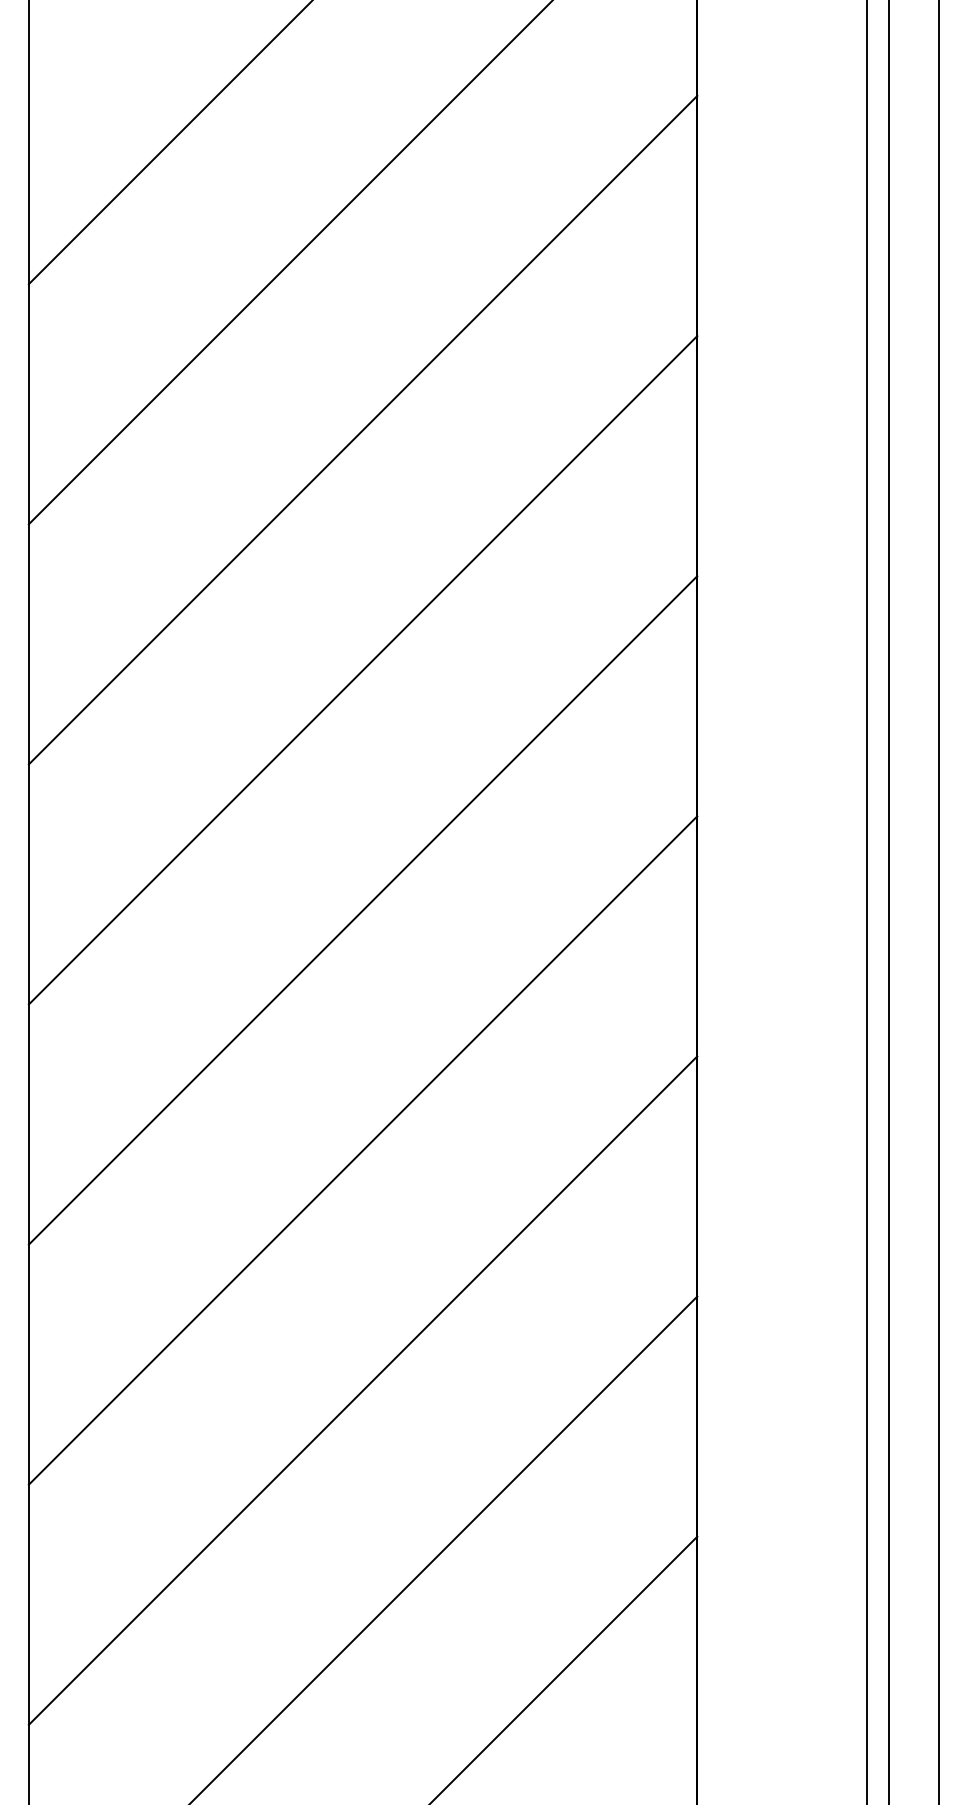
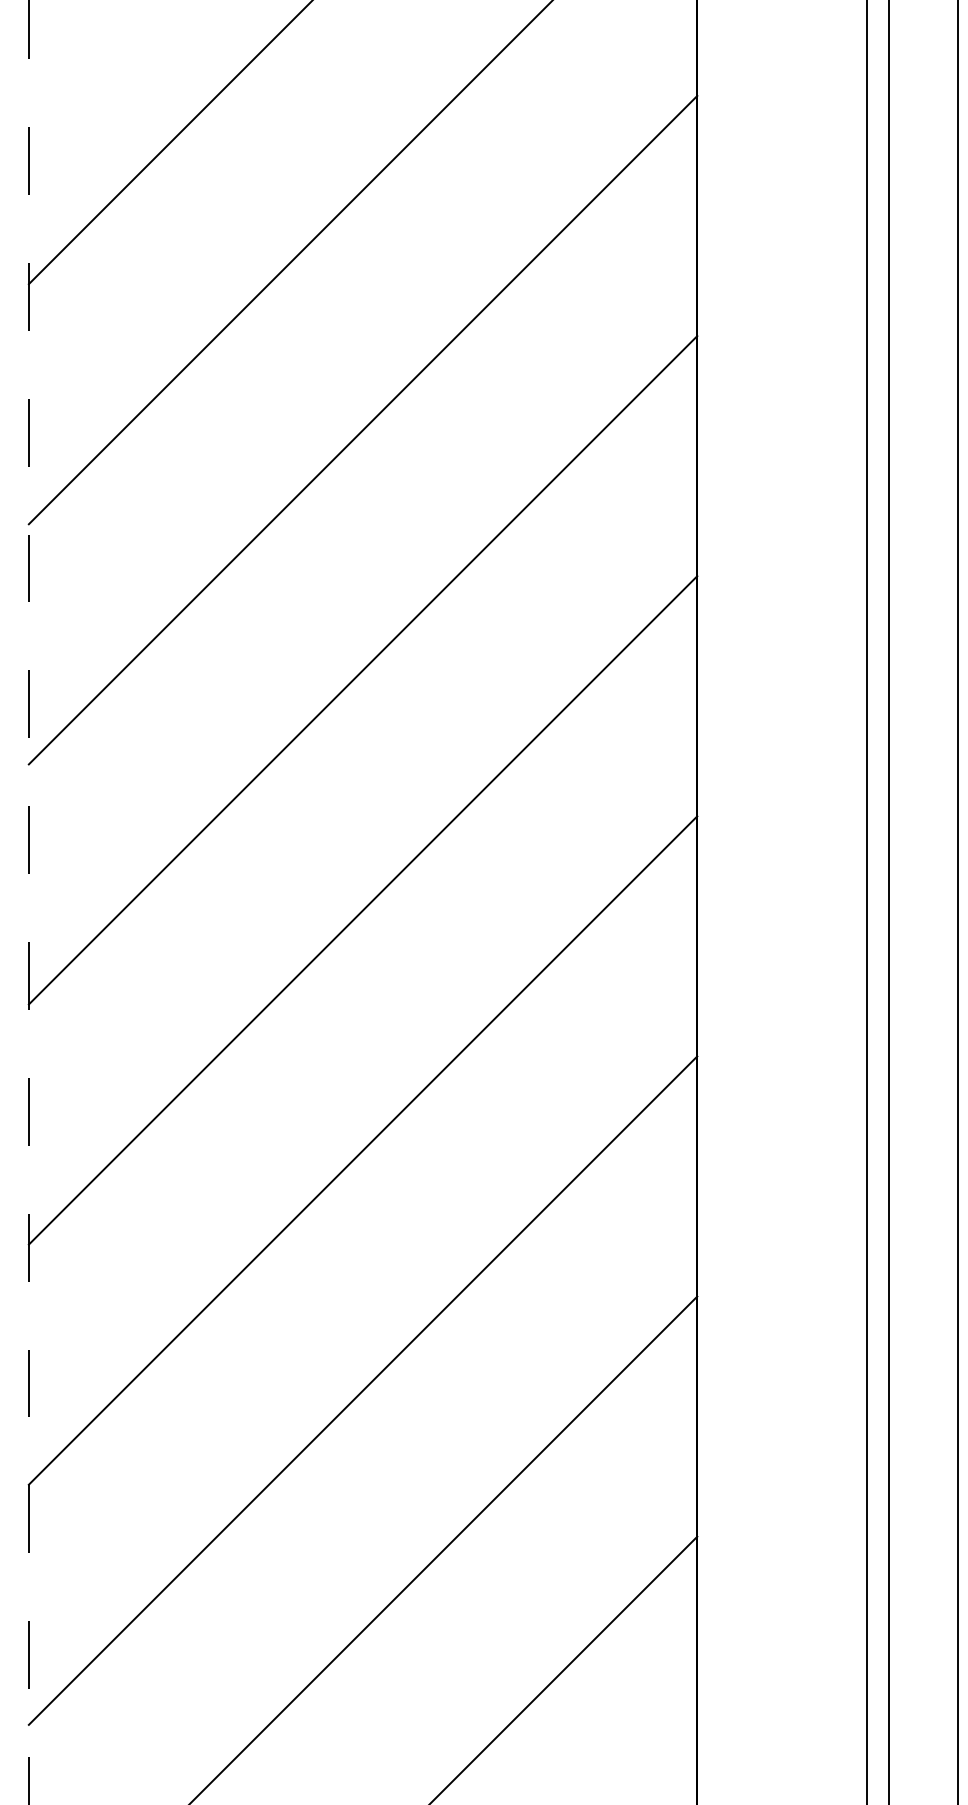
line at (939, 901) position: (939, 901) -> (958, 901)
line at (28, 903): solid -> dashed
